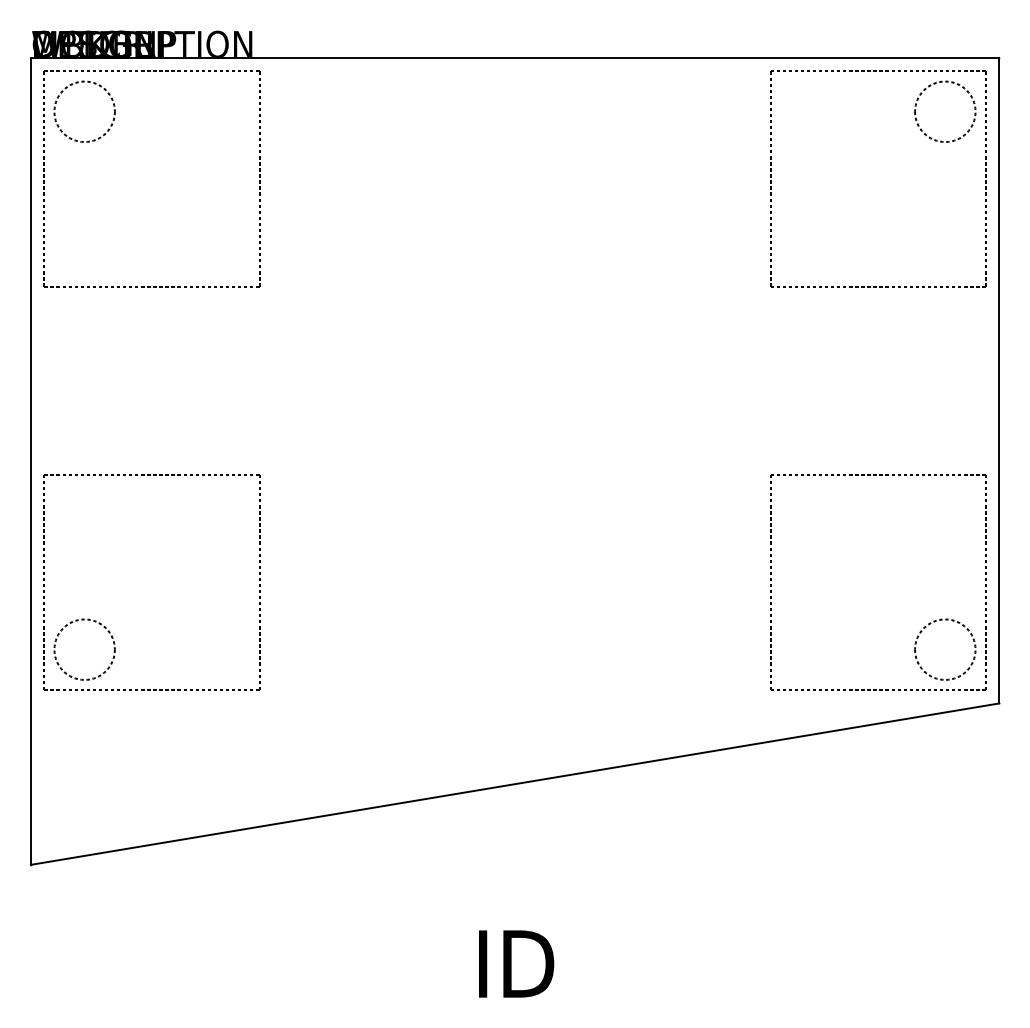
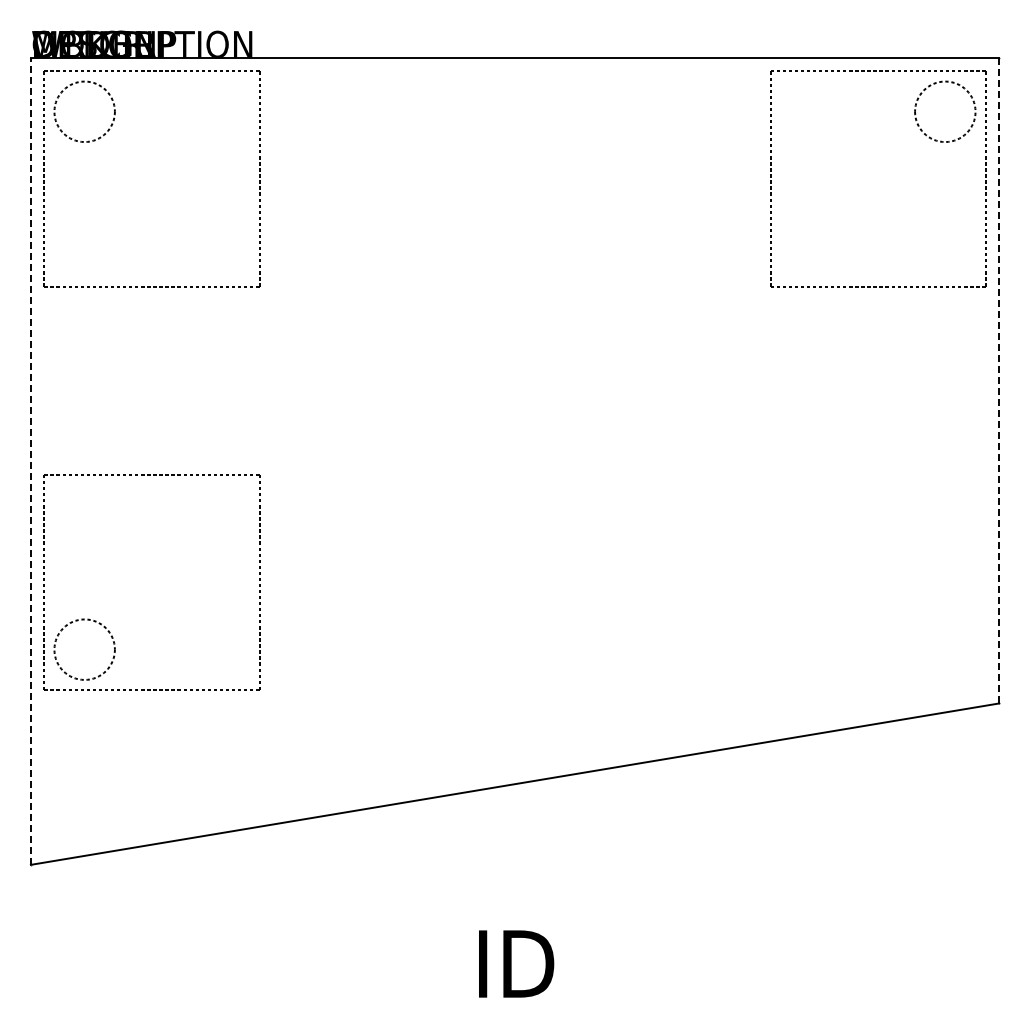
line at (999, 380): solid -> dashed
line at (30, 460): solid -> dashed
part at (923, 627): present -> none
